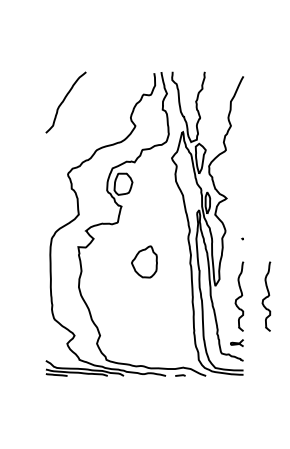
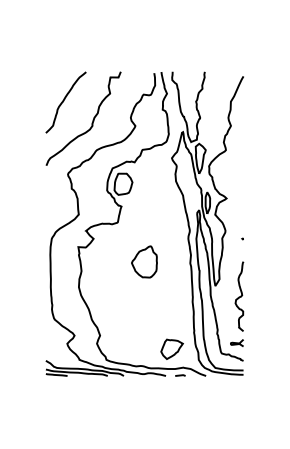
curve at (92, 119): none -> present
curve at (266, 296): present -> none
part at (171, 348): none -> present
